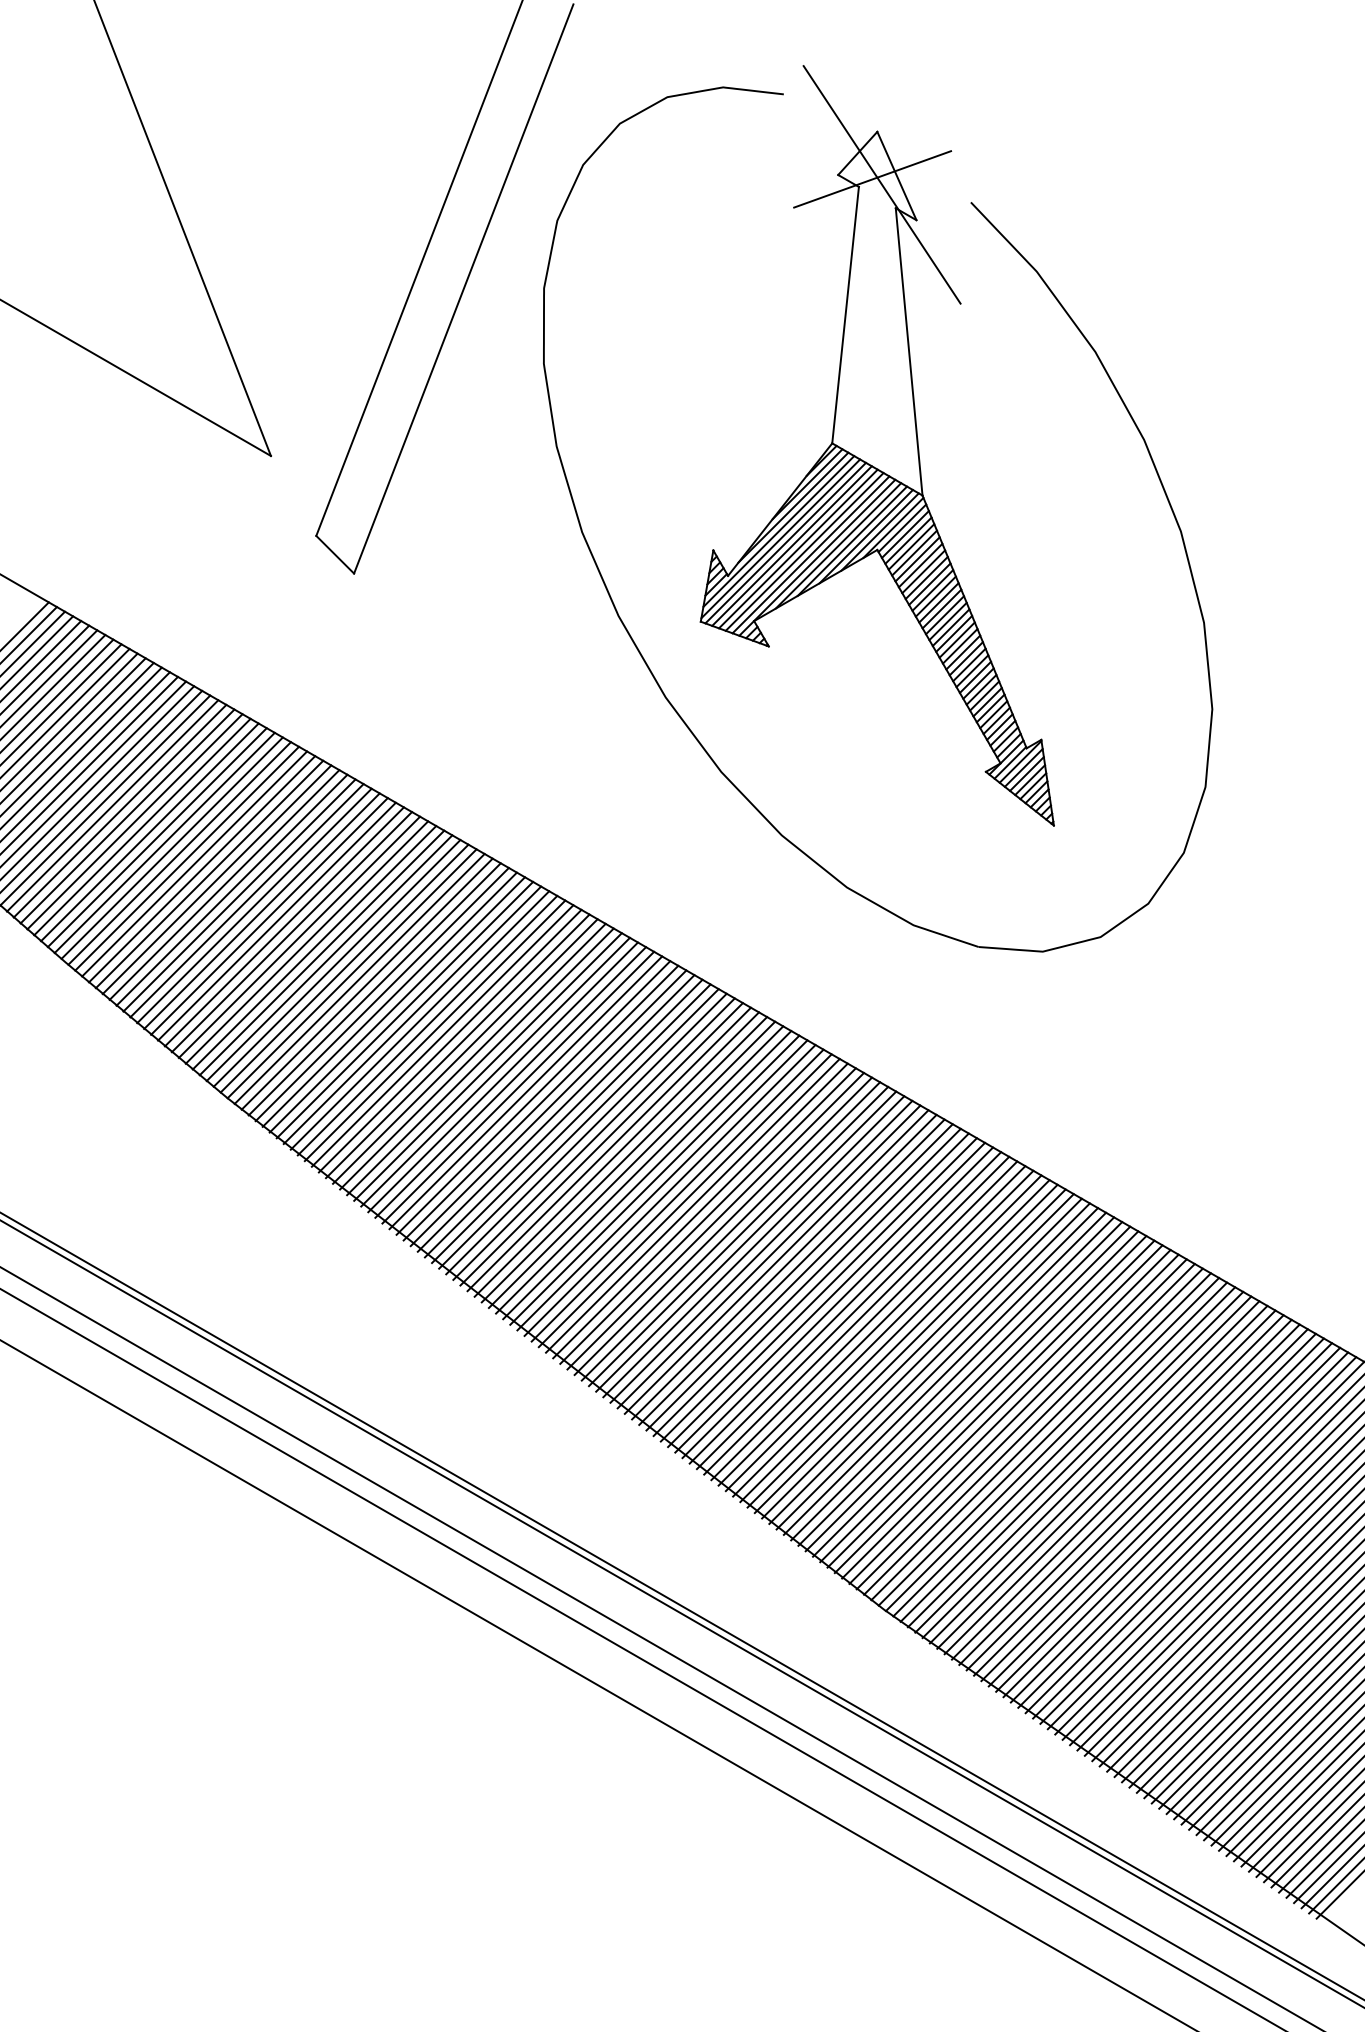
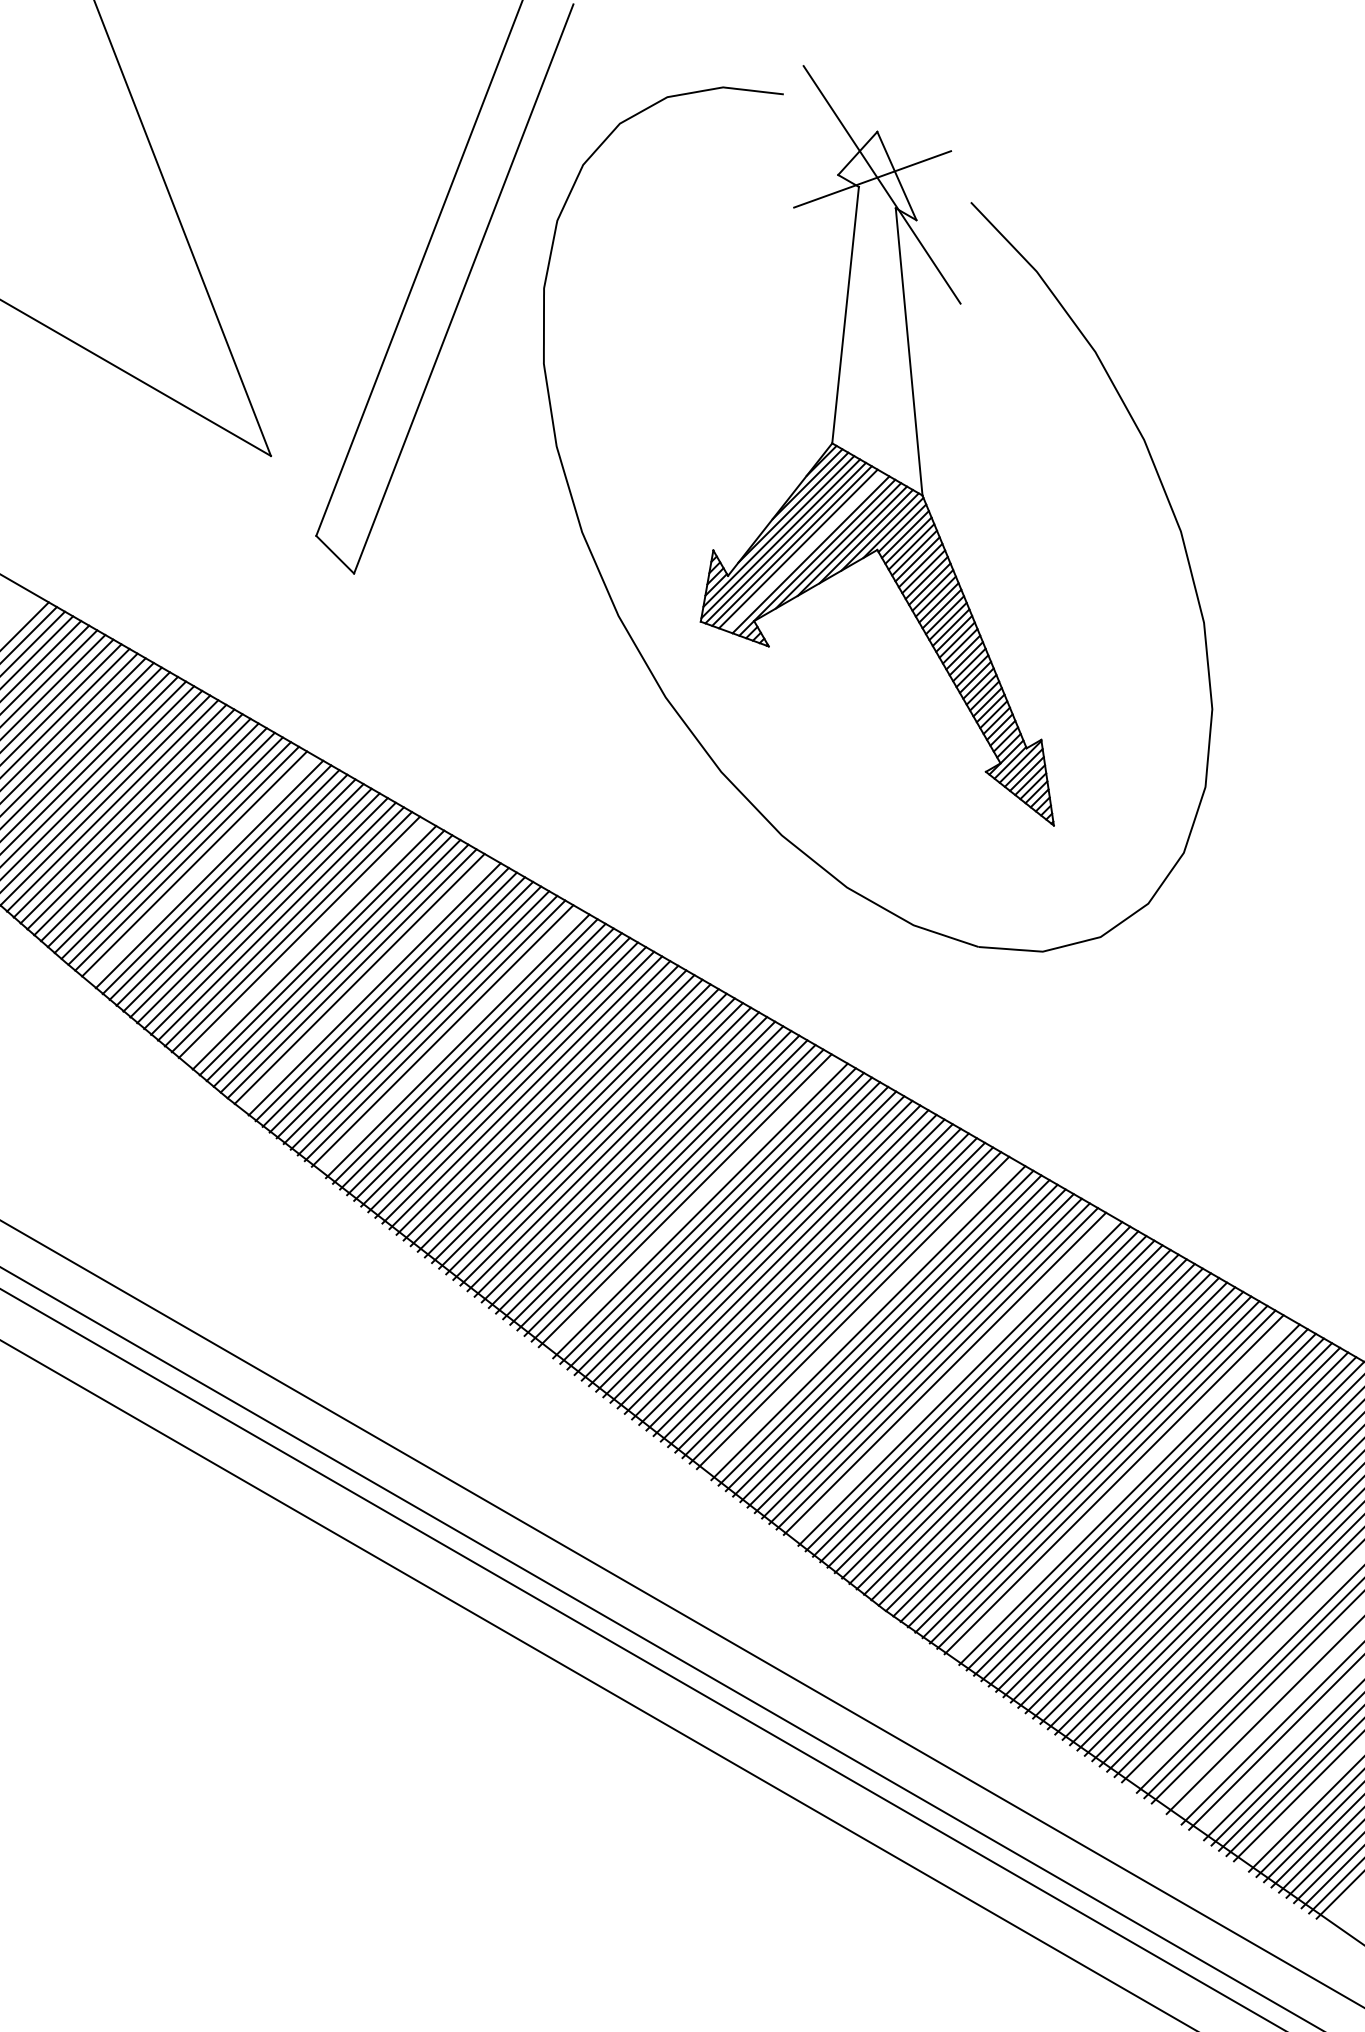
line at (804, 551): present -> none
line at (201, 869): present -> none
line at (306, 942): present -> none
line at (366, 983): present -> none
line at (449, 1040): present -> none
line at (692, 1205): present -> none
line at (860, 1317): present -> none
line at (952, 1378): present -> none
line at (1121, 1489): present -> none
line at (681, 1606): present -> none
line at (1245, 1671): present -> none
line at (1260, 1707): present -> none
line at (1267, 1725): present -> none
line at (1278, 1752): present -> none
line at (1301, 1806): present -> none
